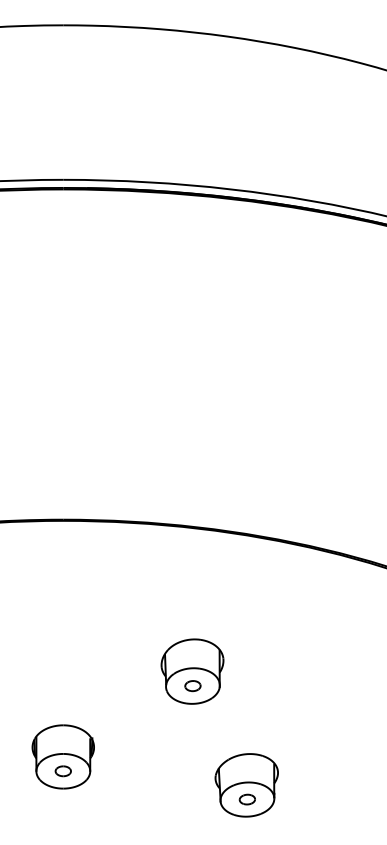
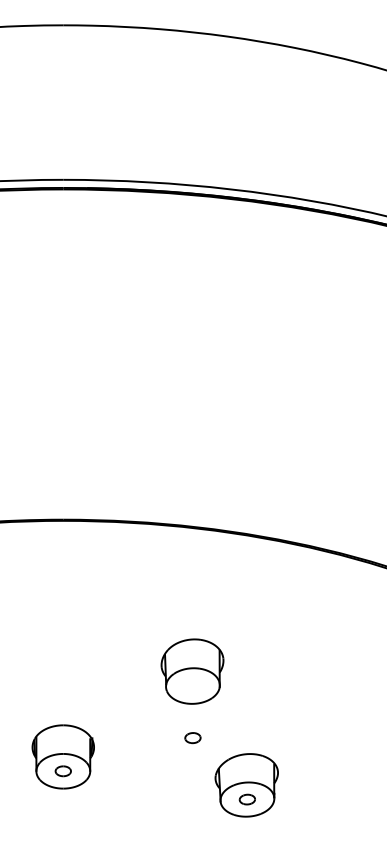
part at (192, 686) position: (192, 686) -> (192, 738)
